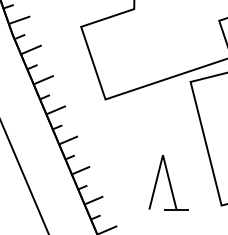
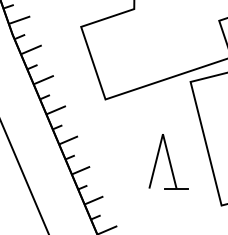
part at (168, 182) position: (168, 182) -> (168, 161)
